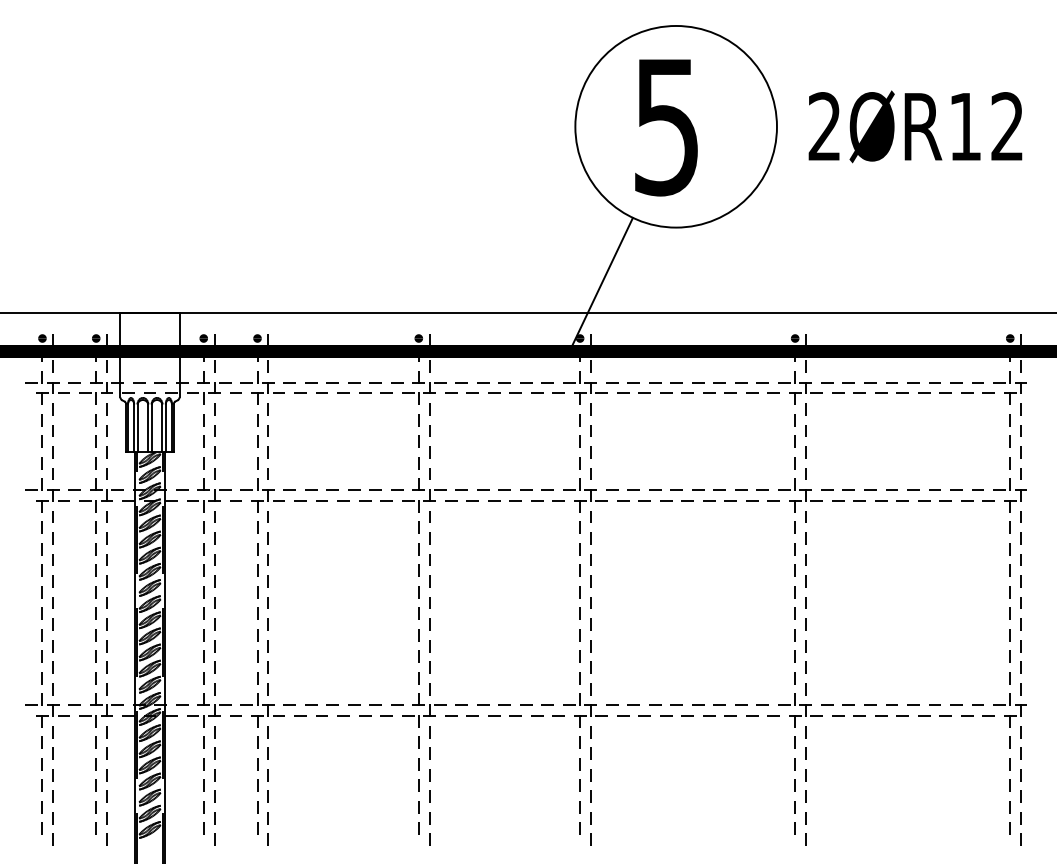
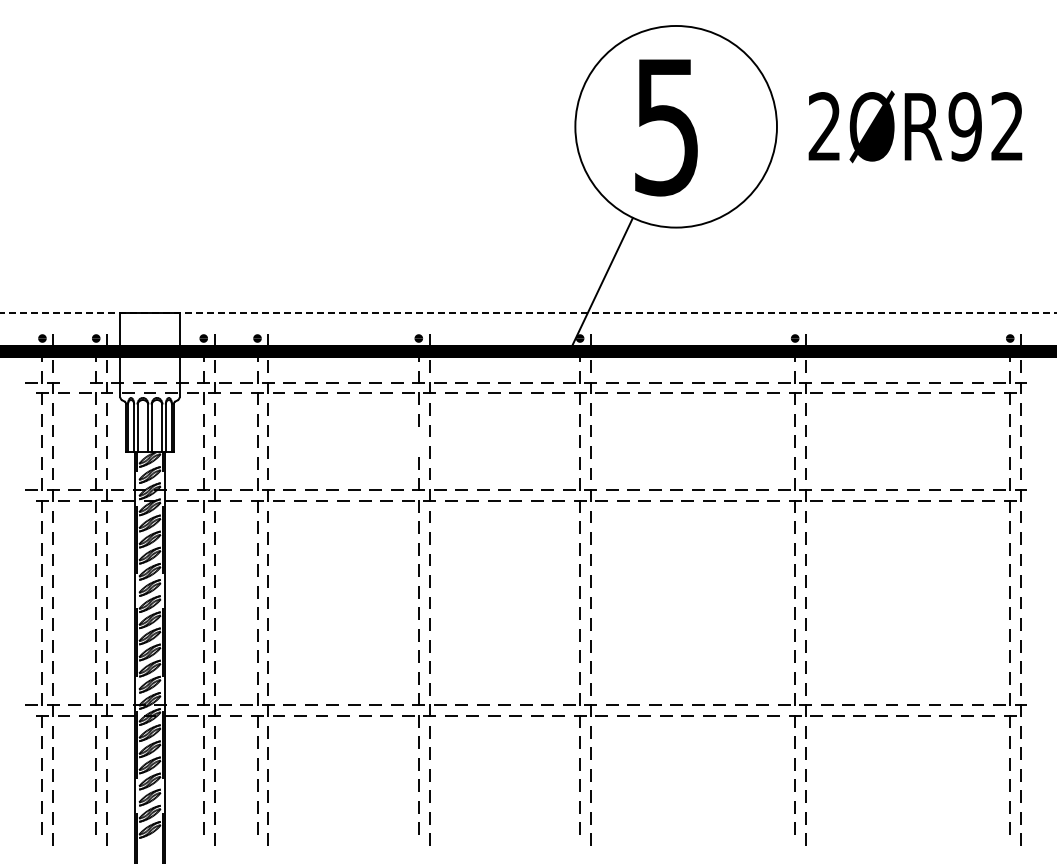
text at (964, 126): 2ØR12 -> 2ØR92
line at (528, 312): solid -> dashed
line at (74, 382): present -> none
line at (418, 441): present -> none
